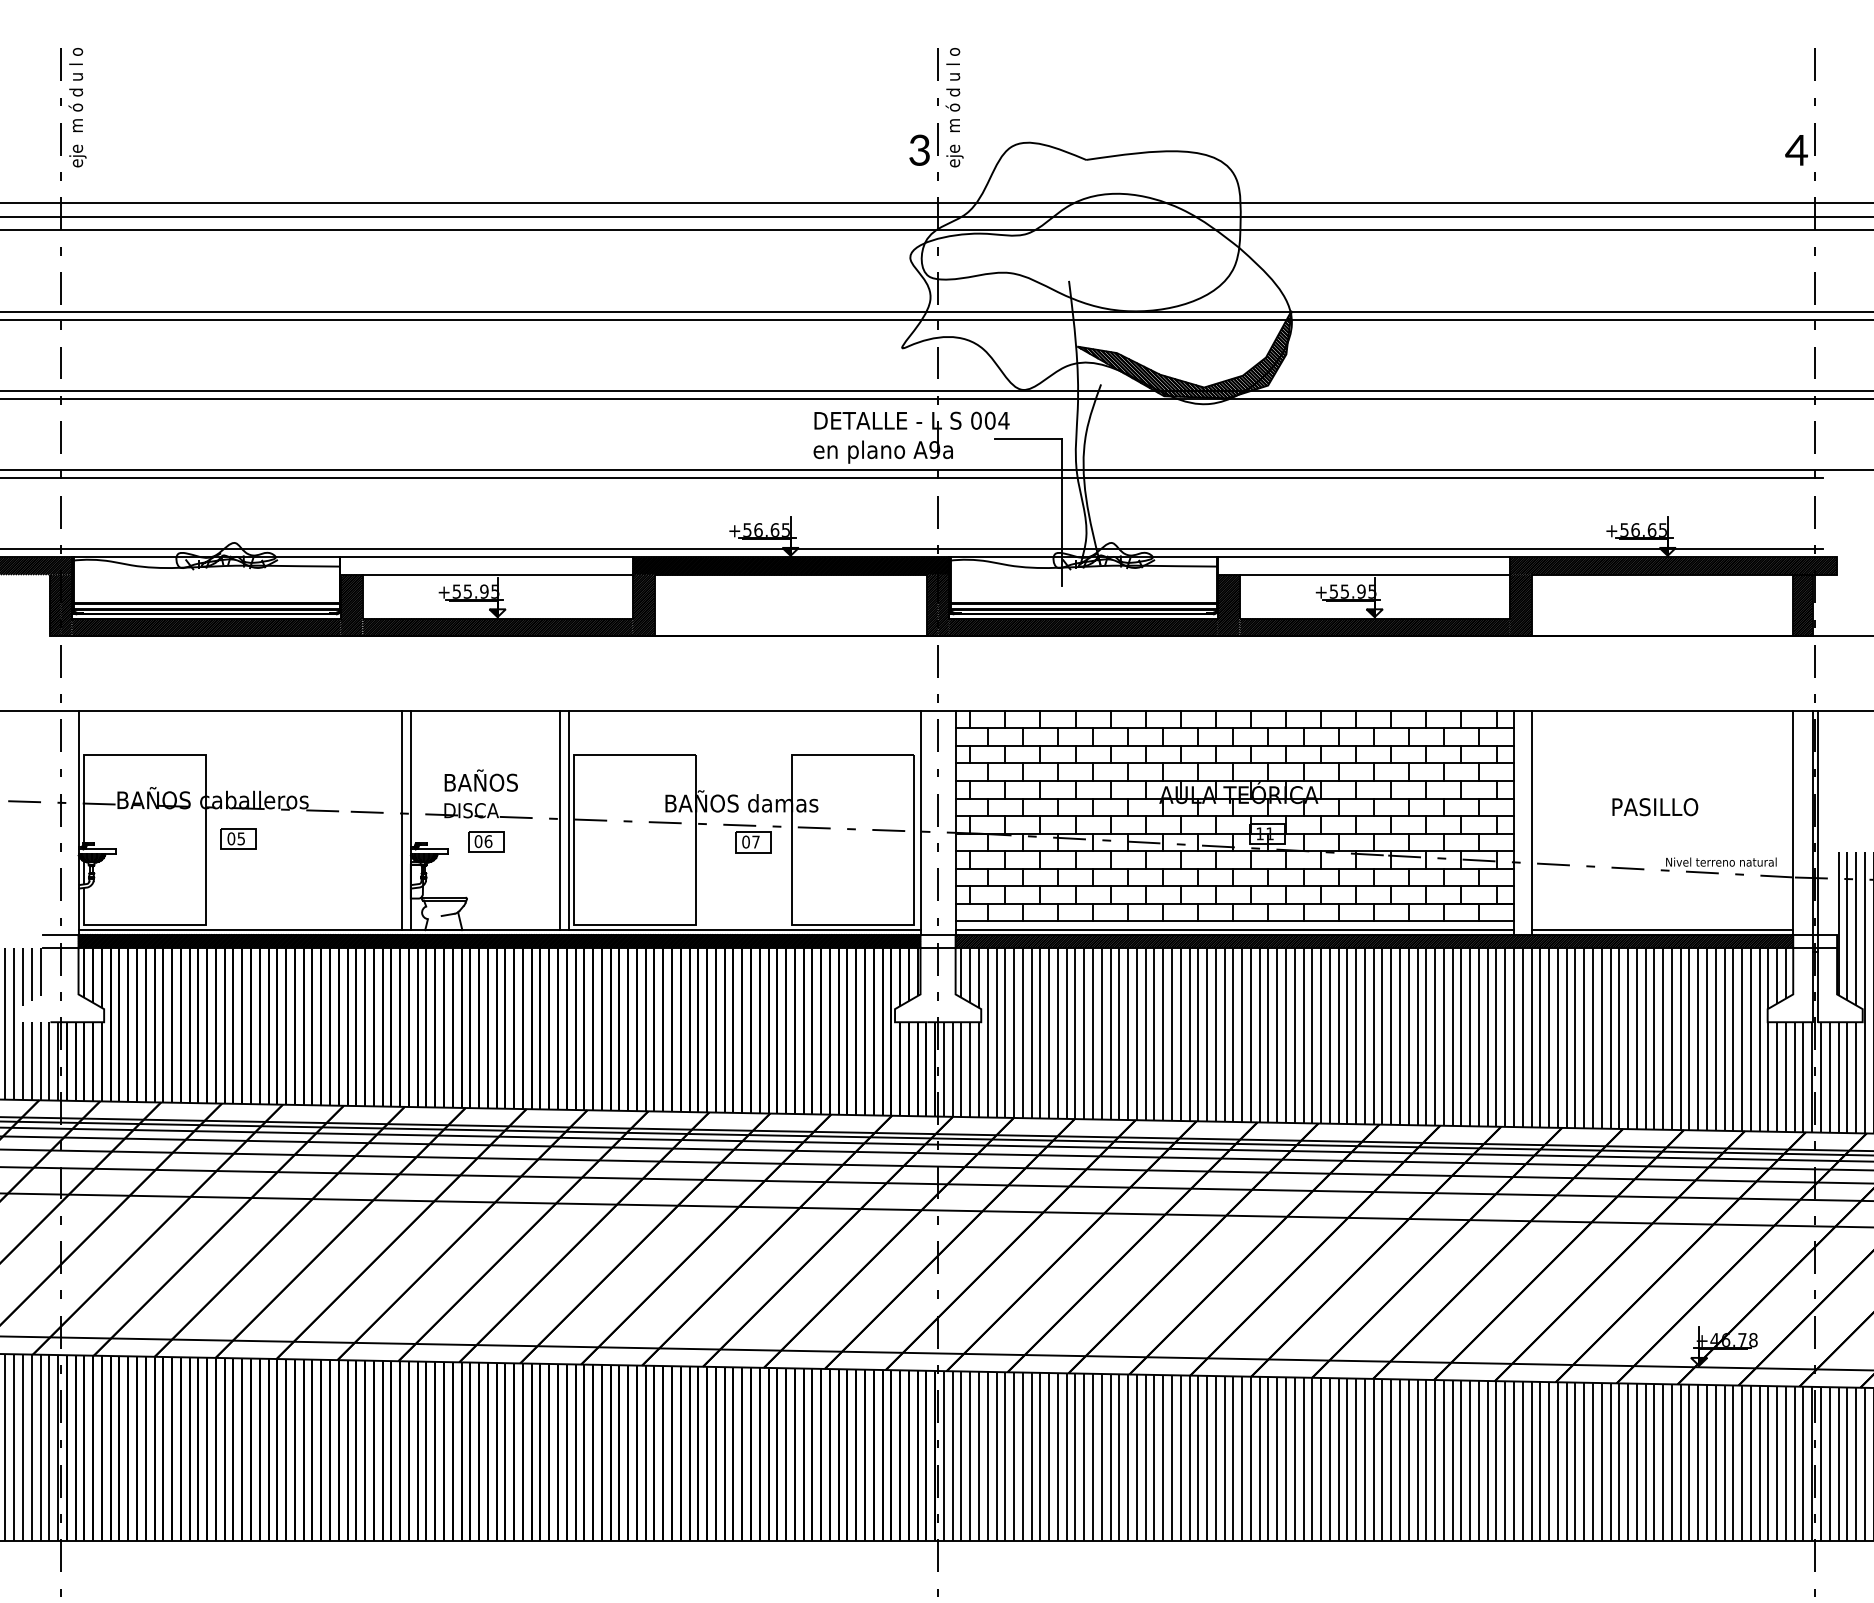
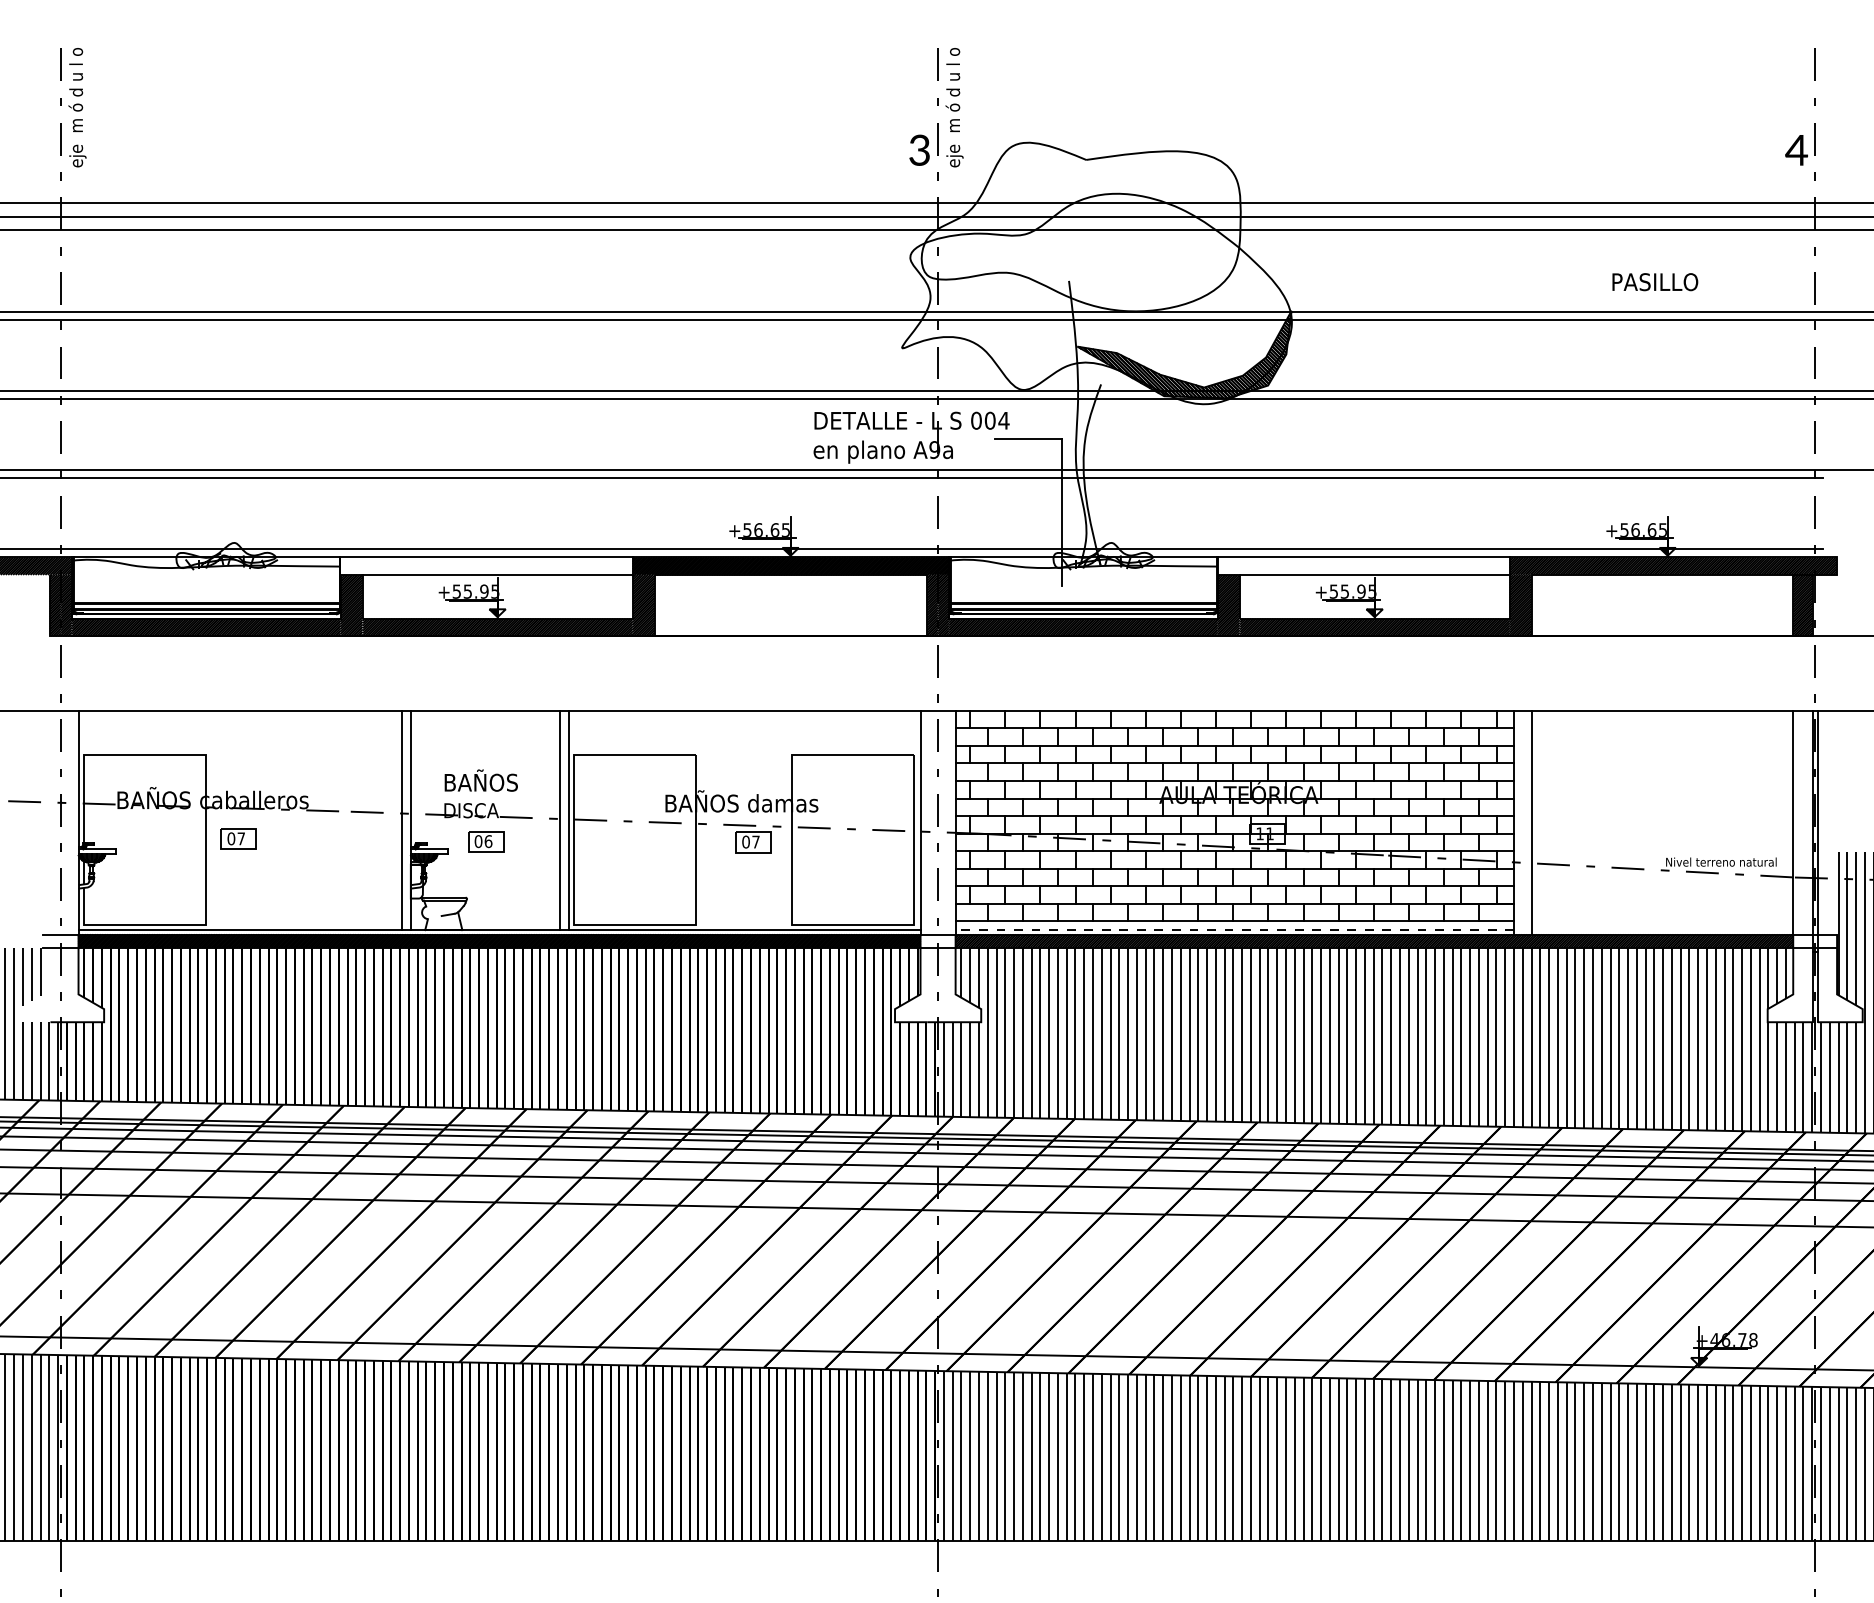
text at (1655, 807) position: (1655, 807) -> (1655, 282)
text at (240, 838): 05 -> 07
line at (1234, 930): solid -> dashed
line at (1662, 930): present -> none
